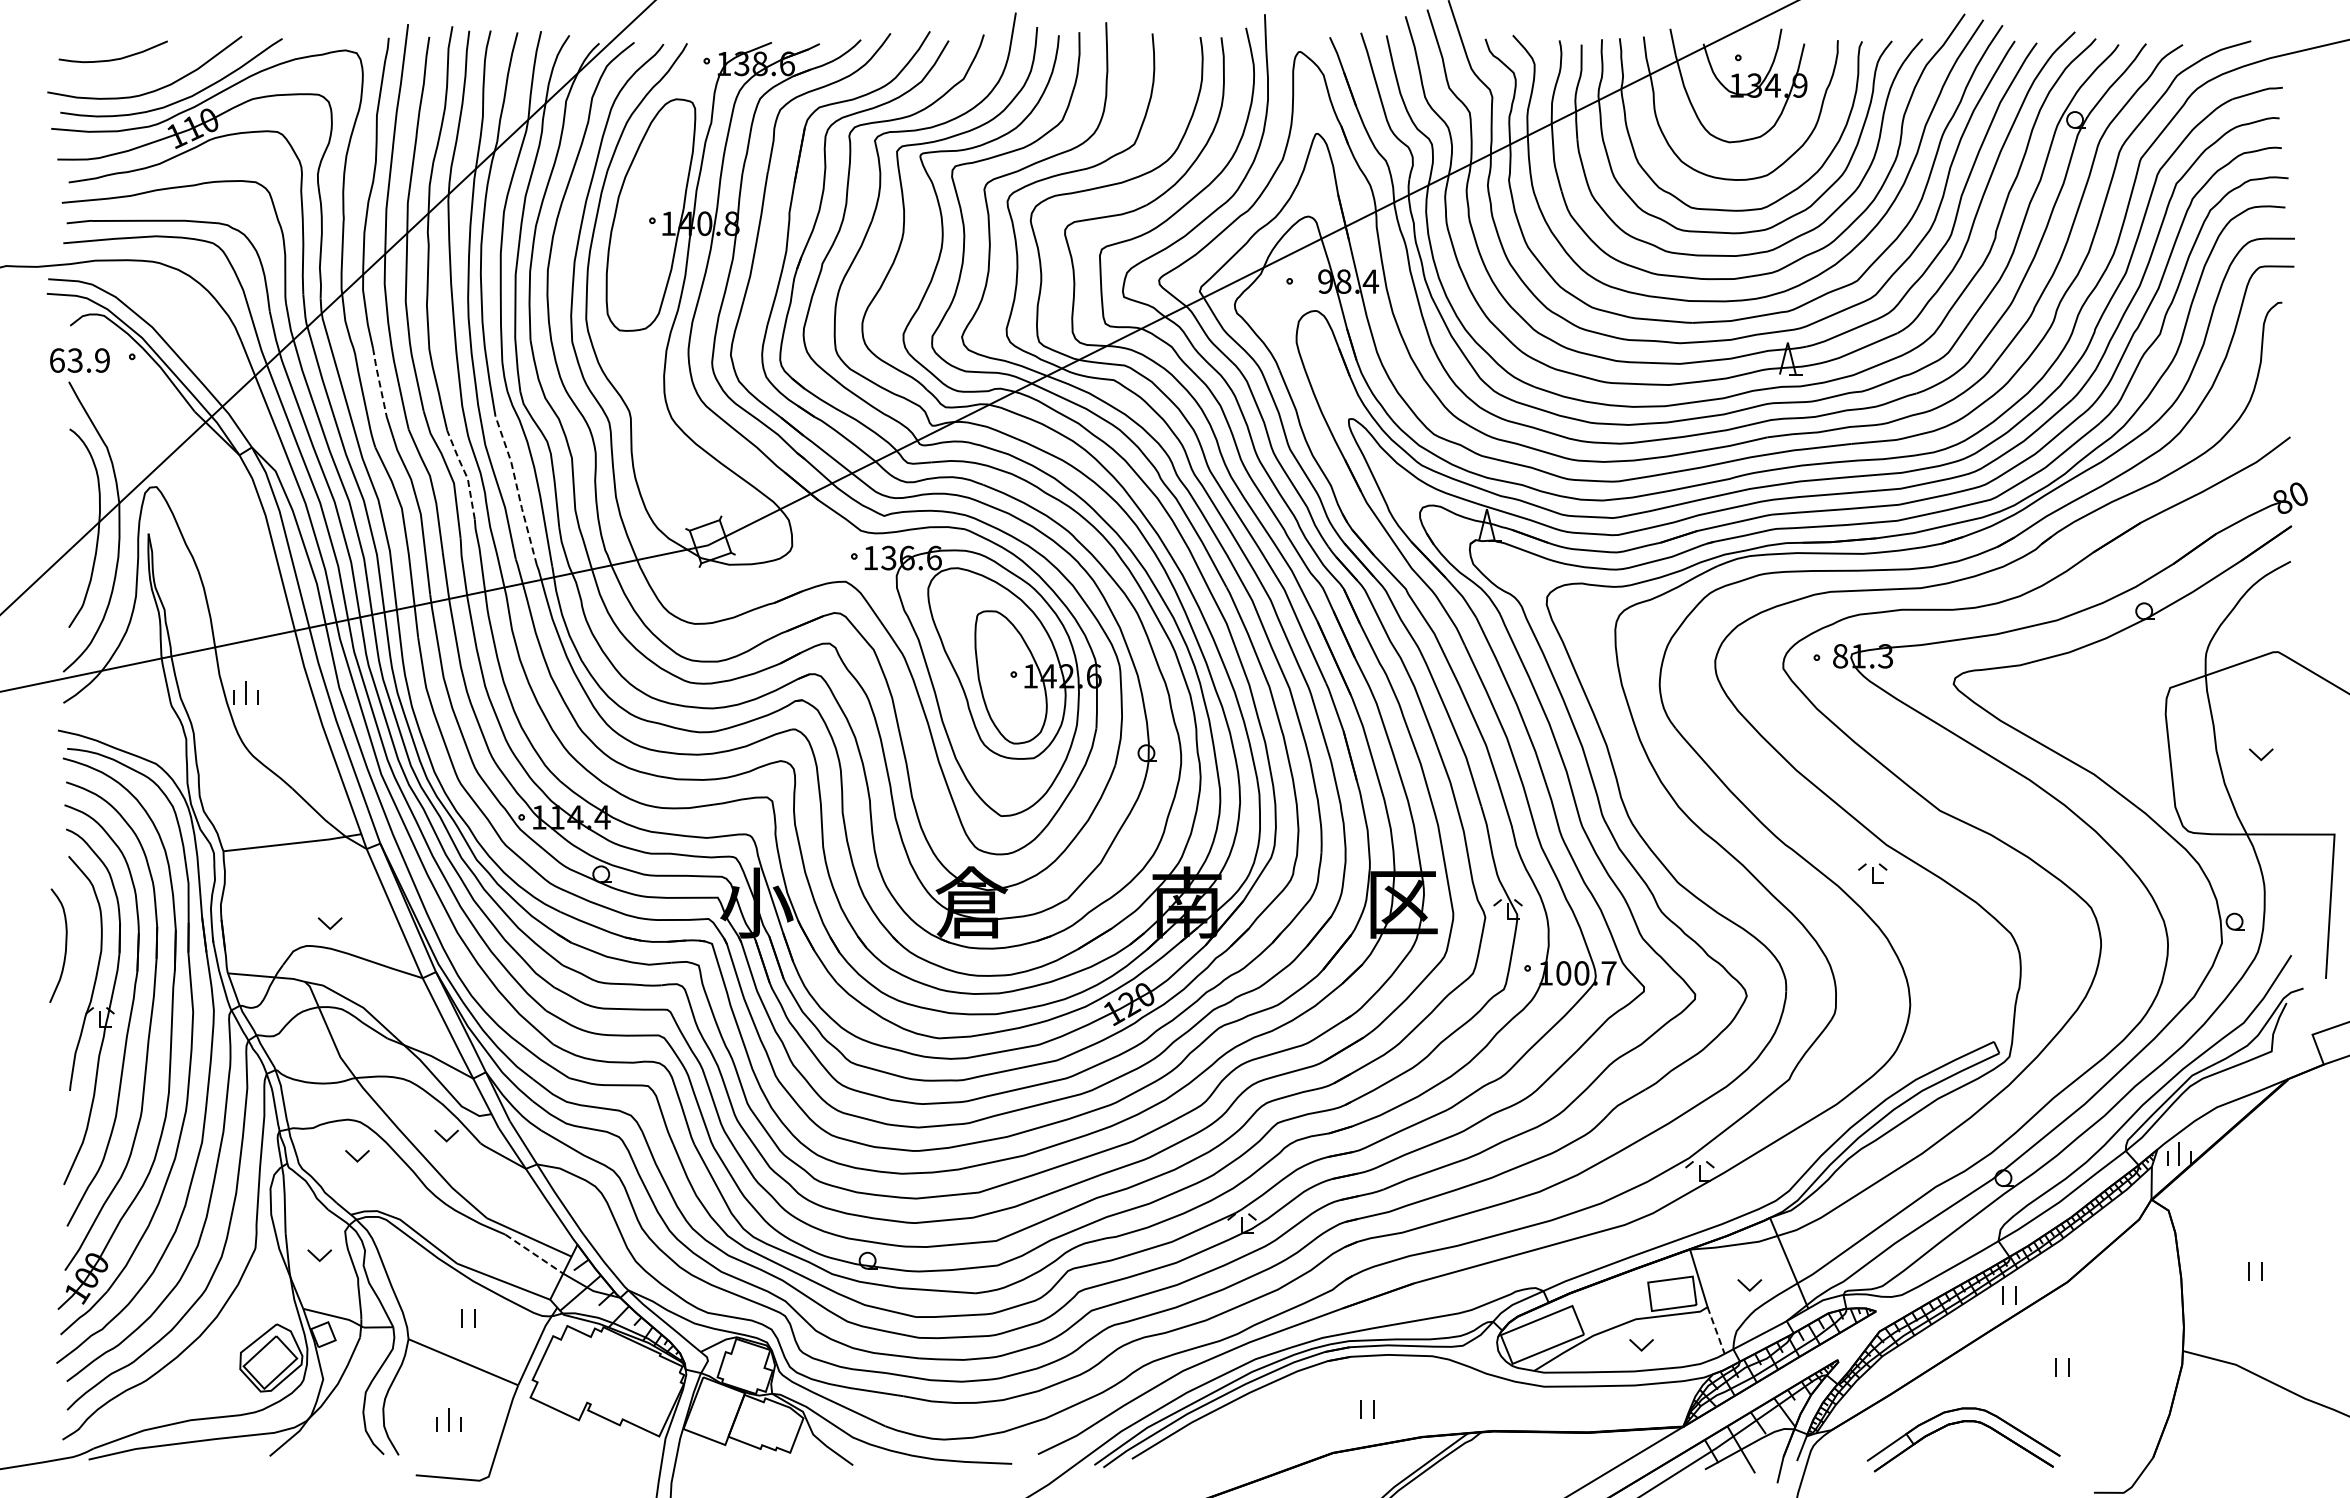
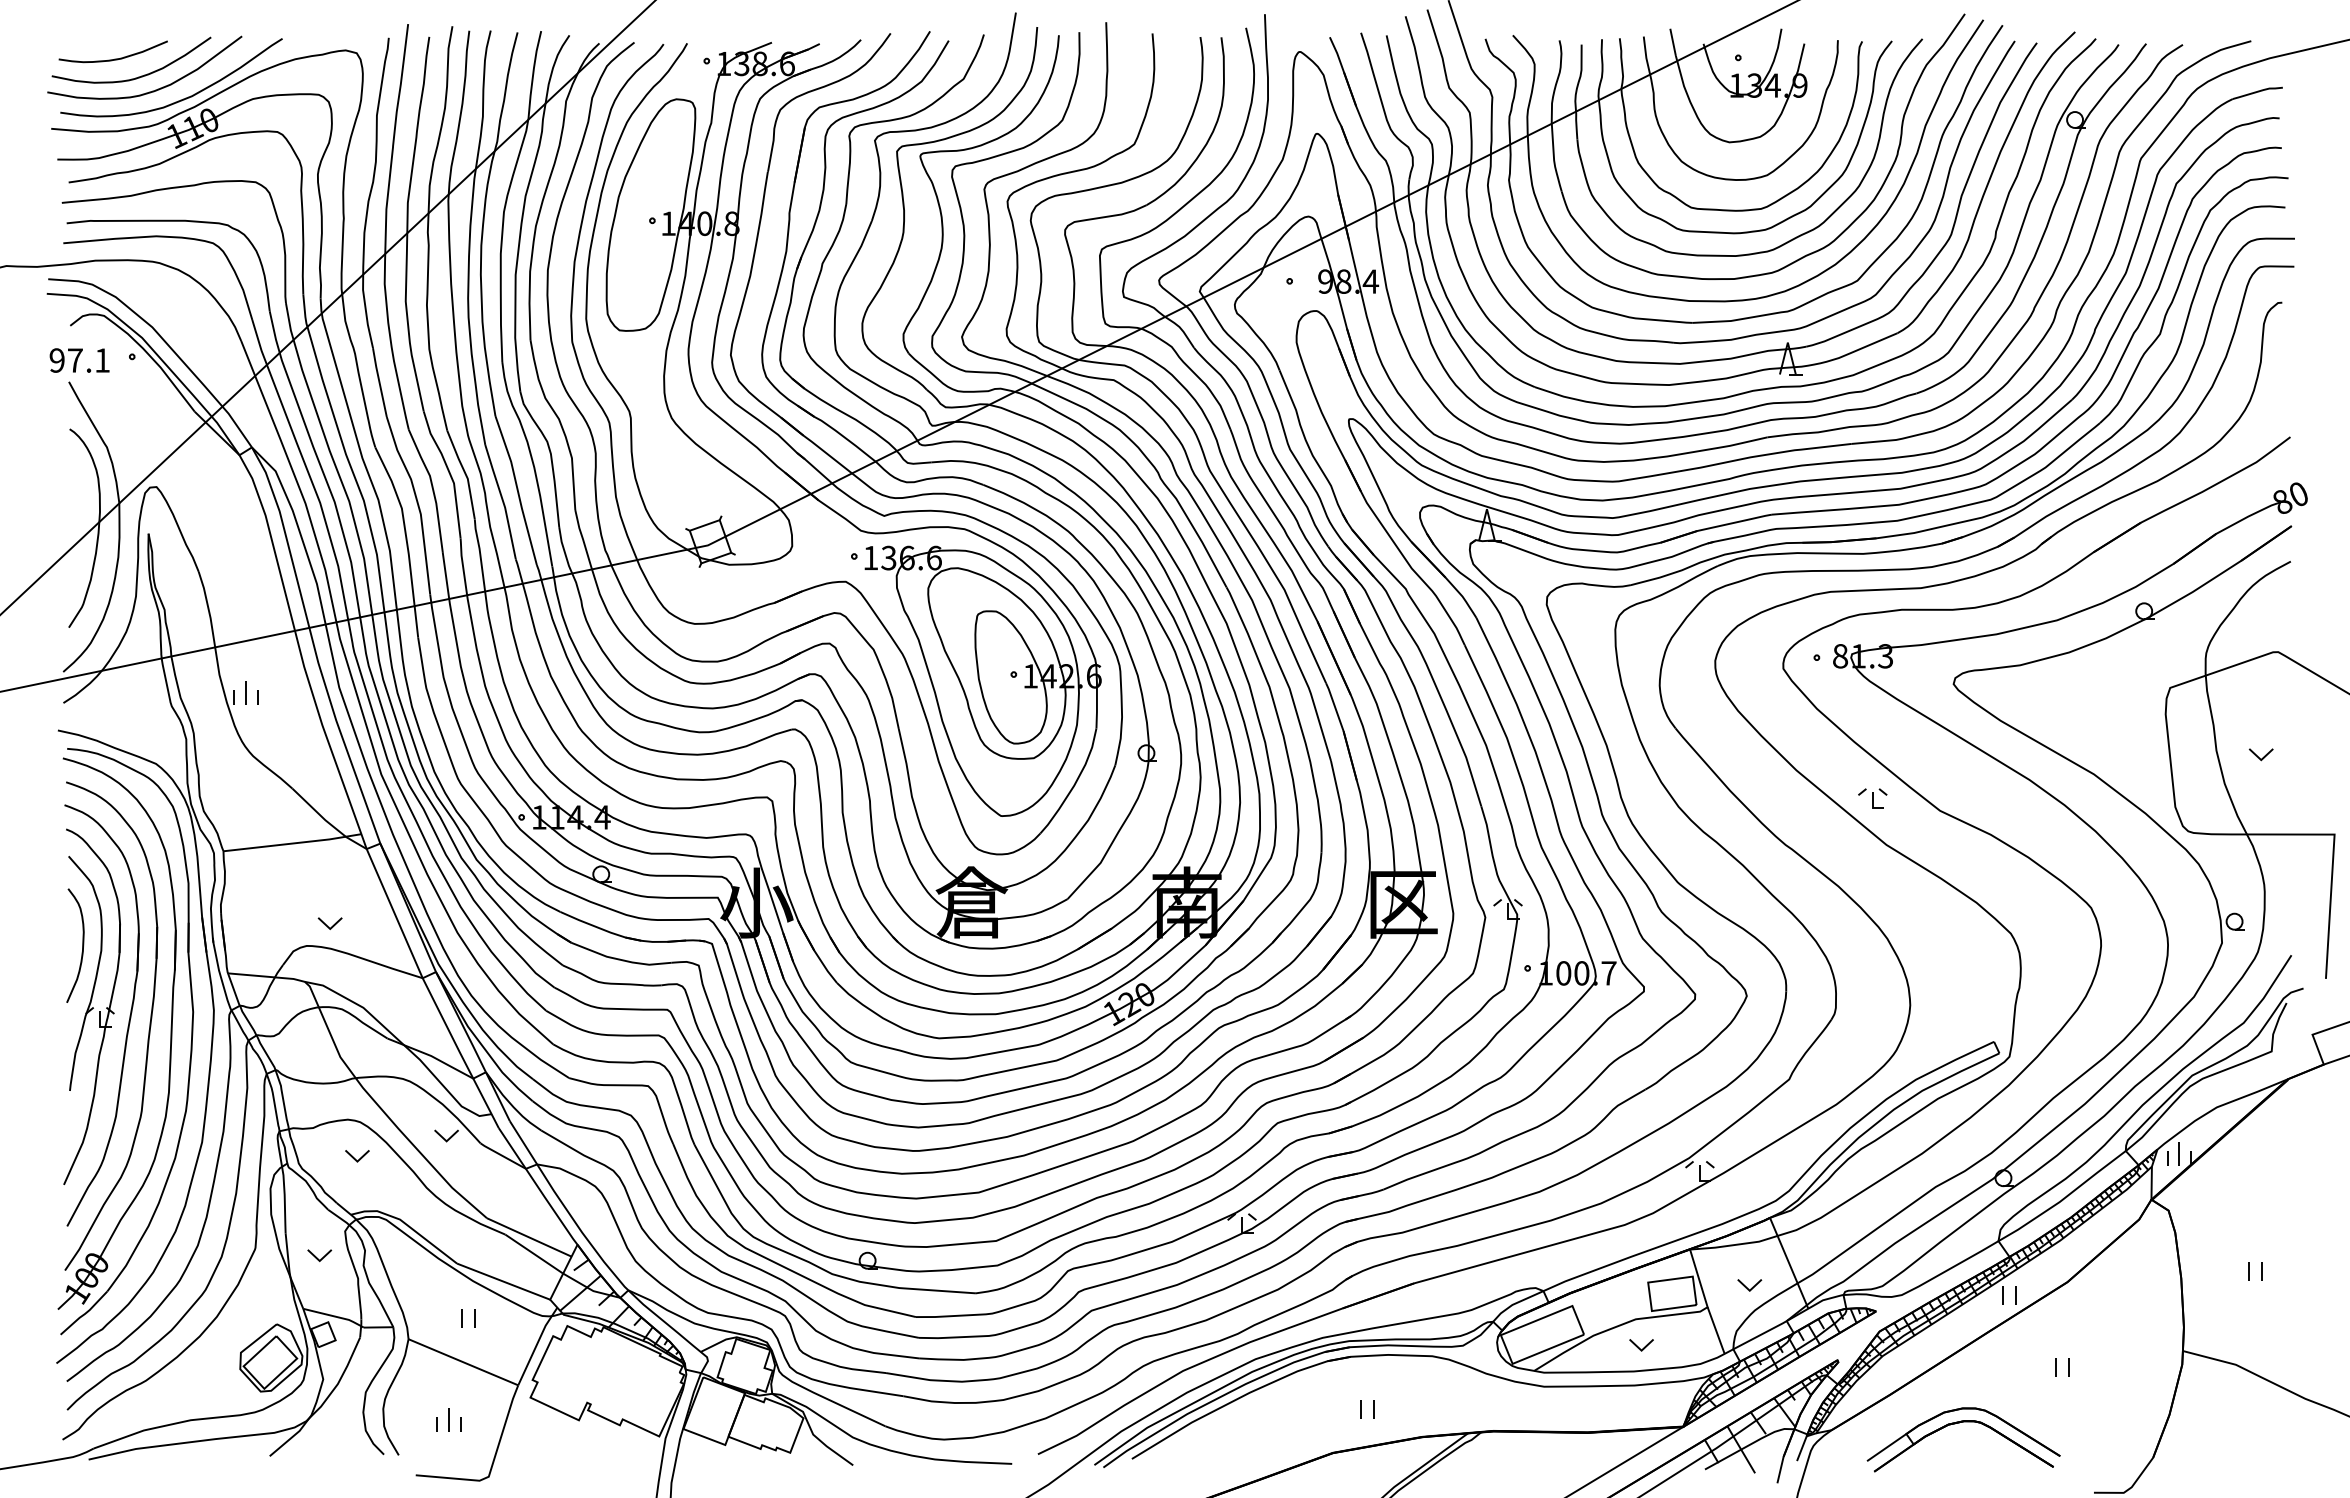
curve at (138, 76): none -> present
text at (79, 360): 63.9 -> 97.1
line at (379, 382): dashed -> solid
line at (465, 473): dashed -> solid
line at (517, 490): dashed -> solid
part at (1872, 873) position: (1872, 873) -> (1872, 798)
curve at (65, 945) position: (65, 945) -> (82, 945)
line at (534, 1254): dashed -> solid
line at (1716, 1330): dashed -> solid
